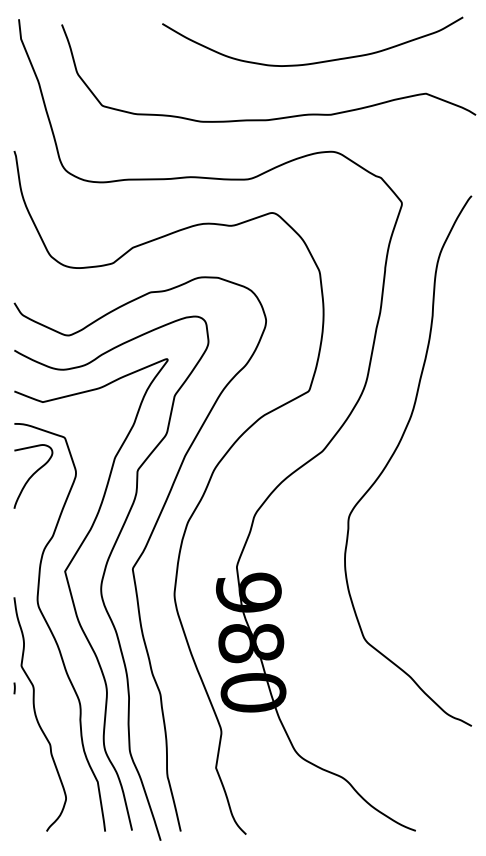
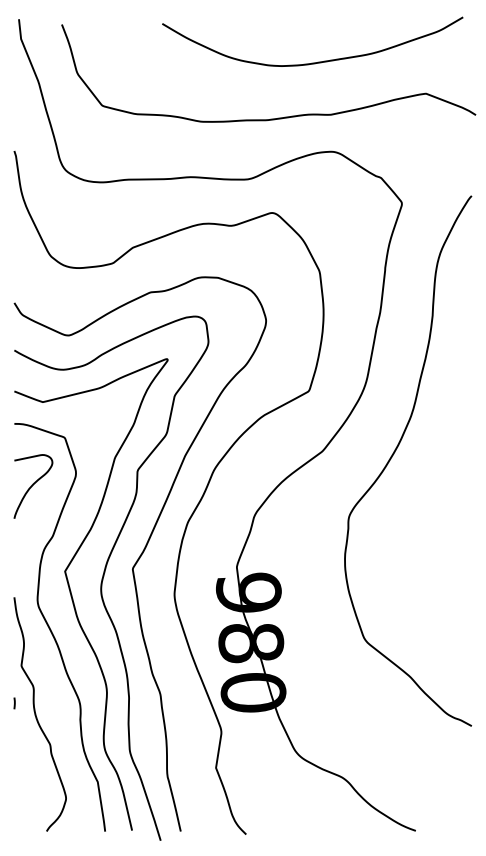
curve at (33, 475) position: (33, 475) -> (33, 485)
line at (14, 688) position: (14, 688) -> (14, 703)
